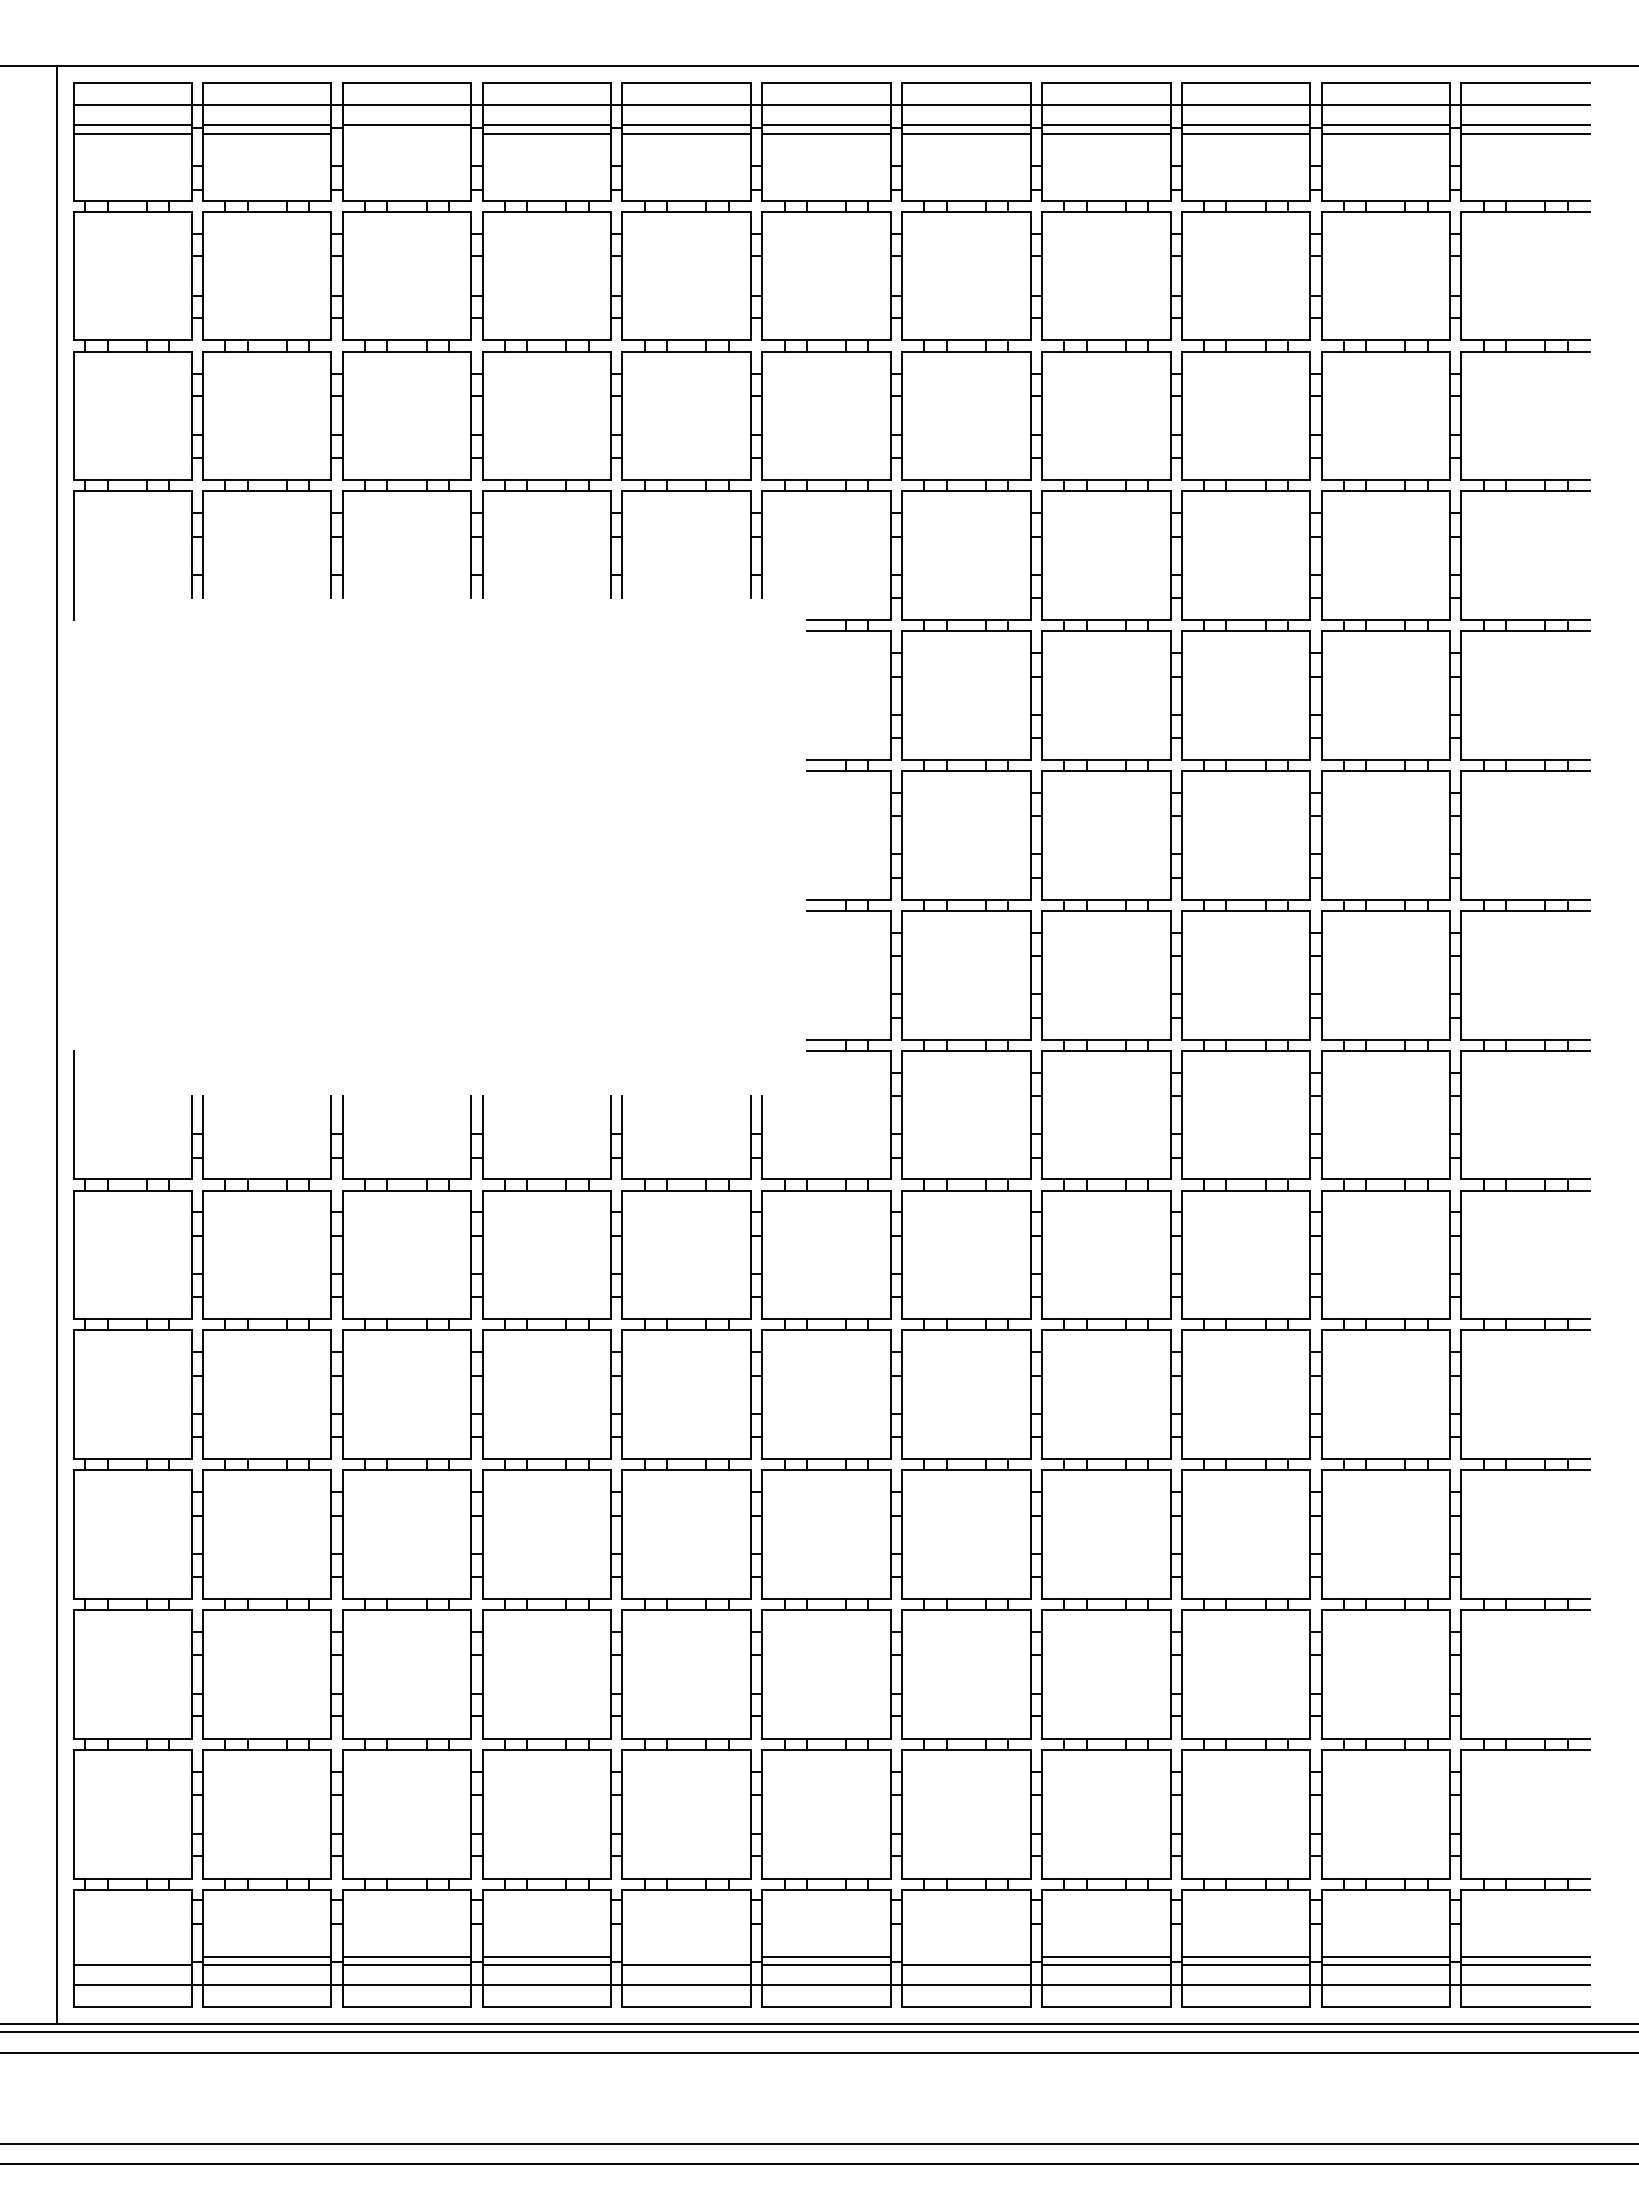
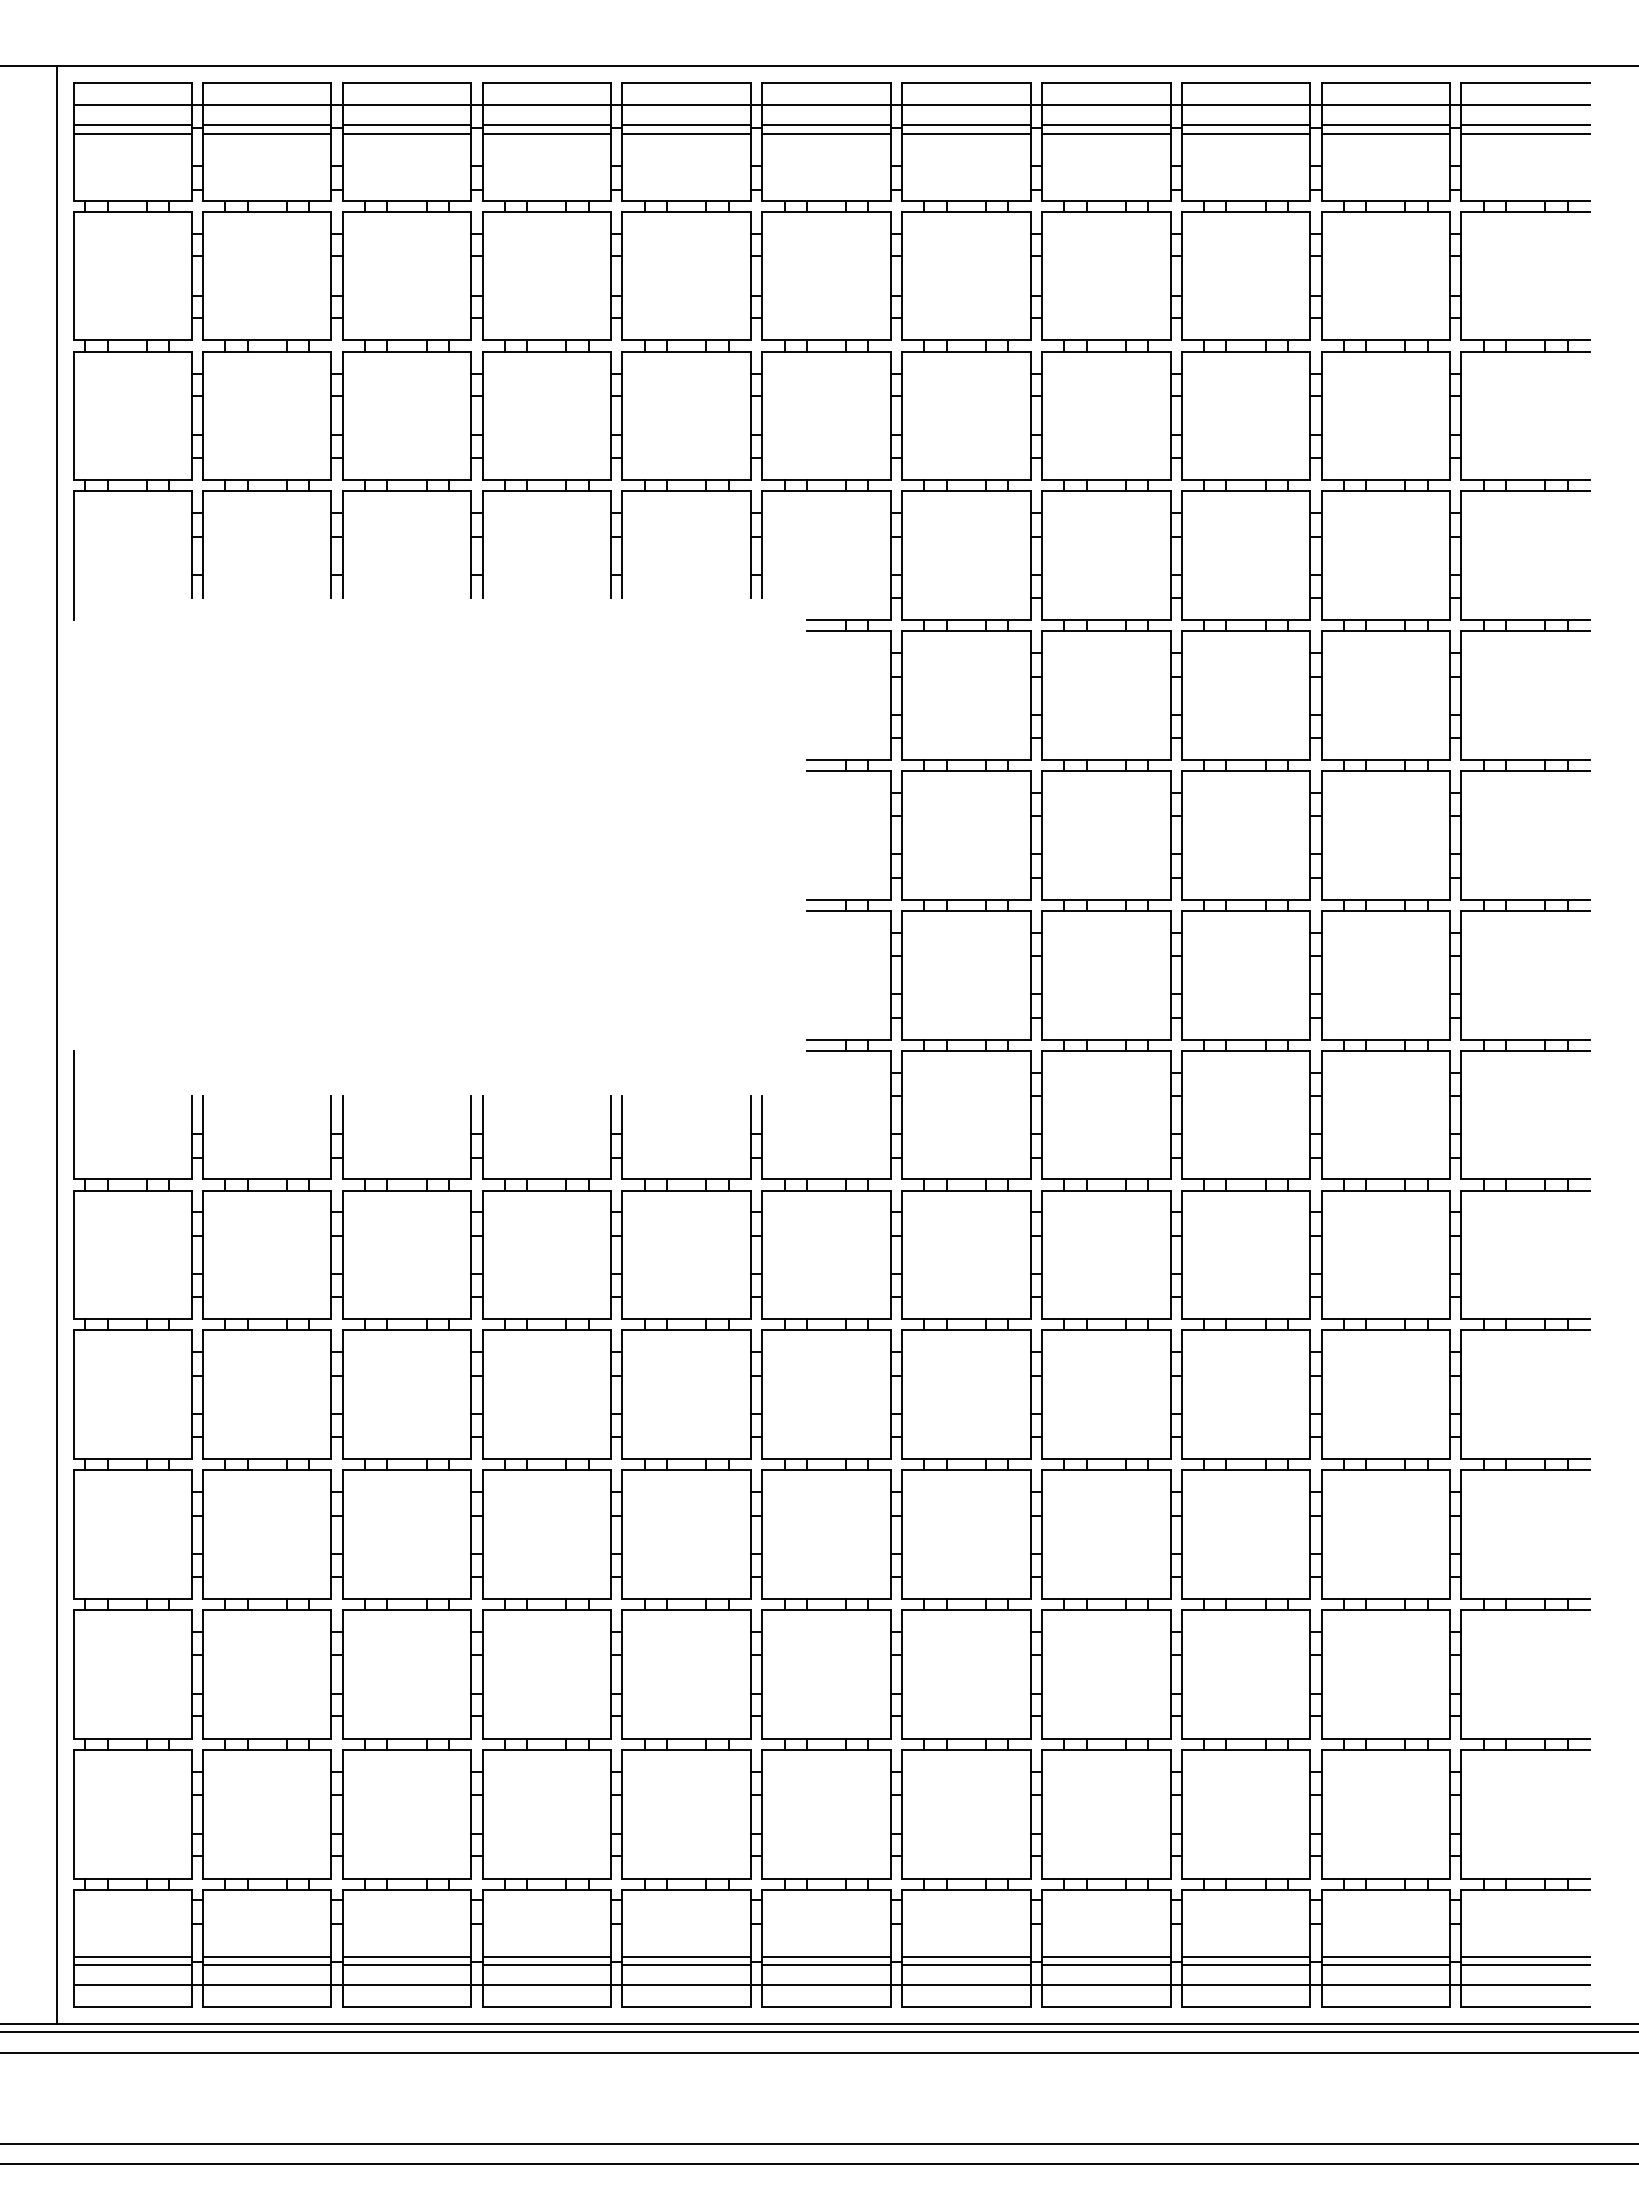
line at (406, 133): none -> present
line at (132, 1956): none -> present
line at (686, 1956): none -> present
line at (966, 1956): none -> present
